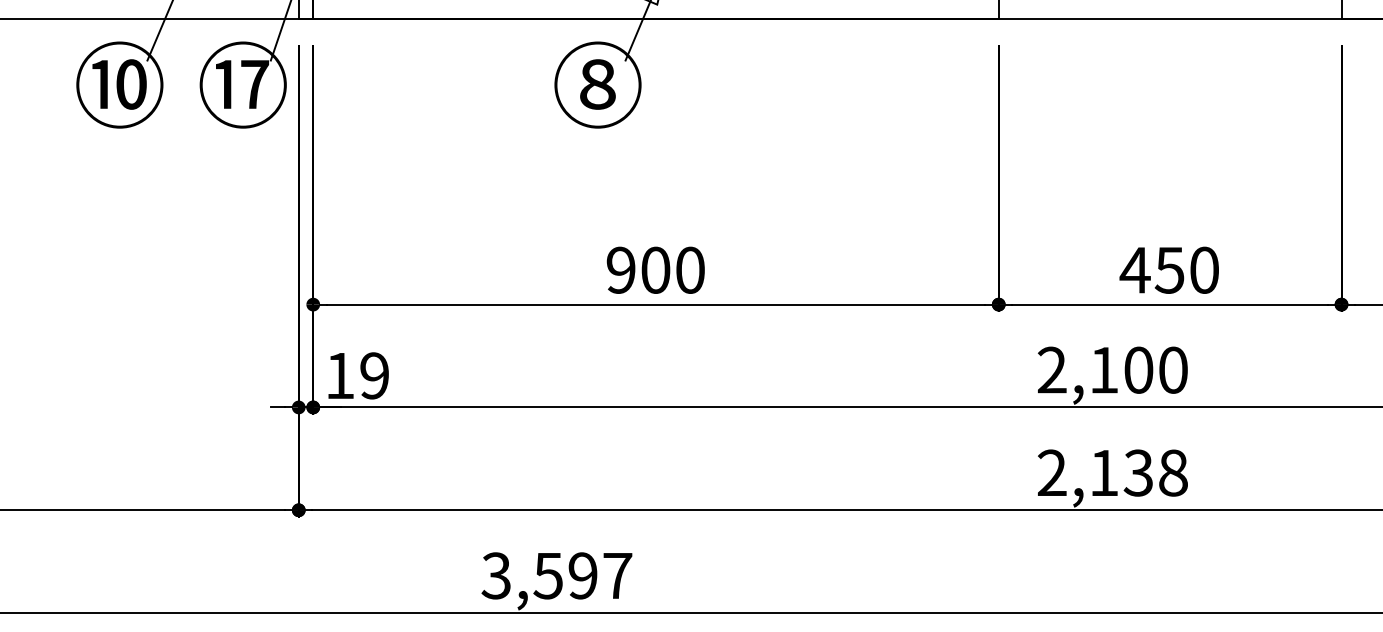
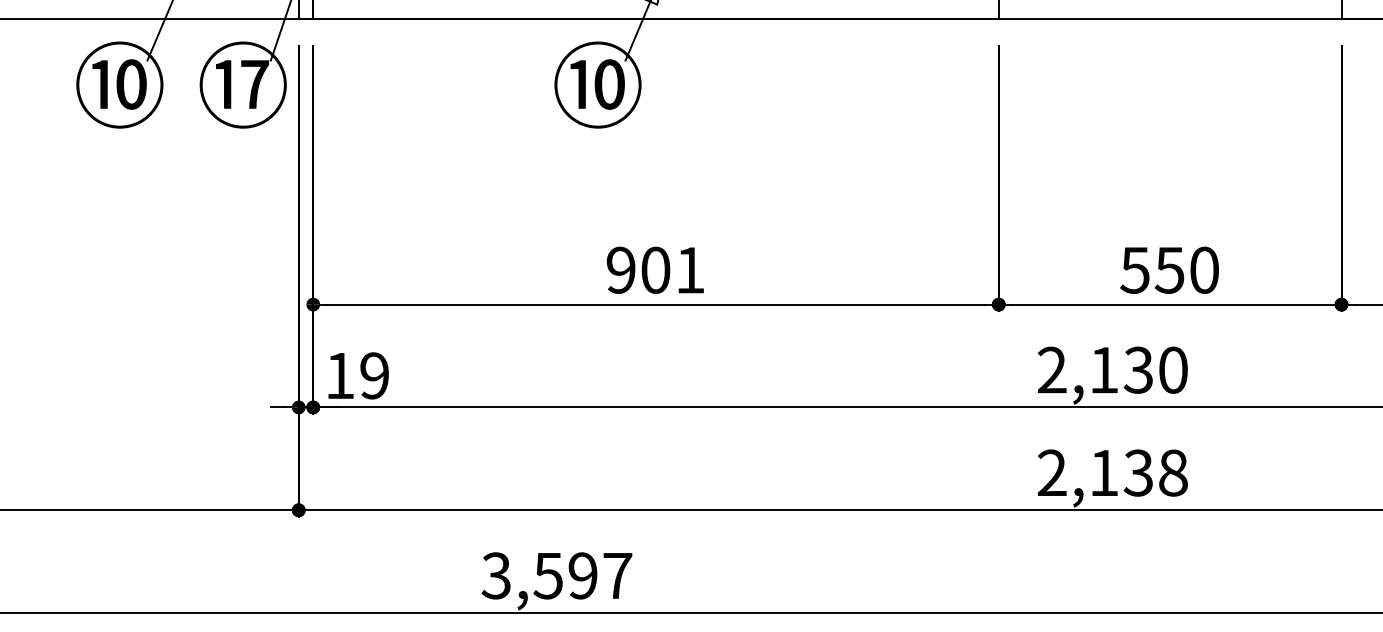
text at (597, 84): ⑧ -> ⑩
text at (690, 269): 900 -> 901
text at (1134, 270): 450 -> 550
text at (1138, 369): 2,100 -> 2,130
